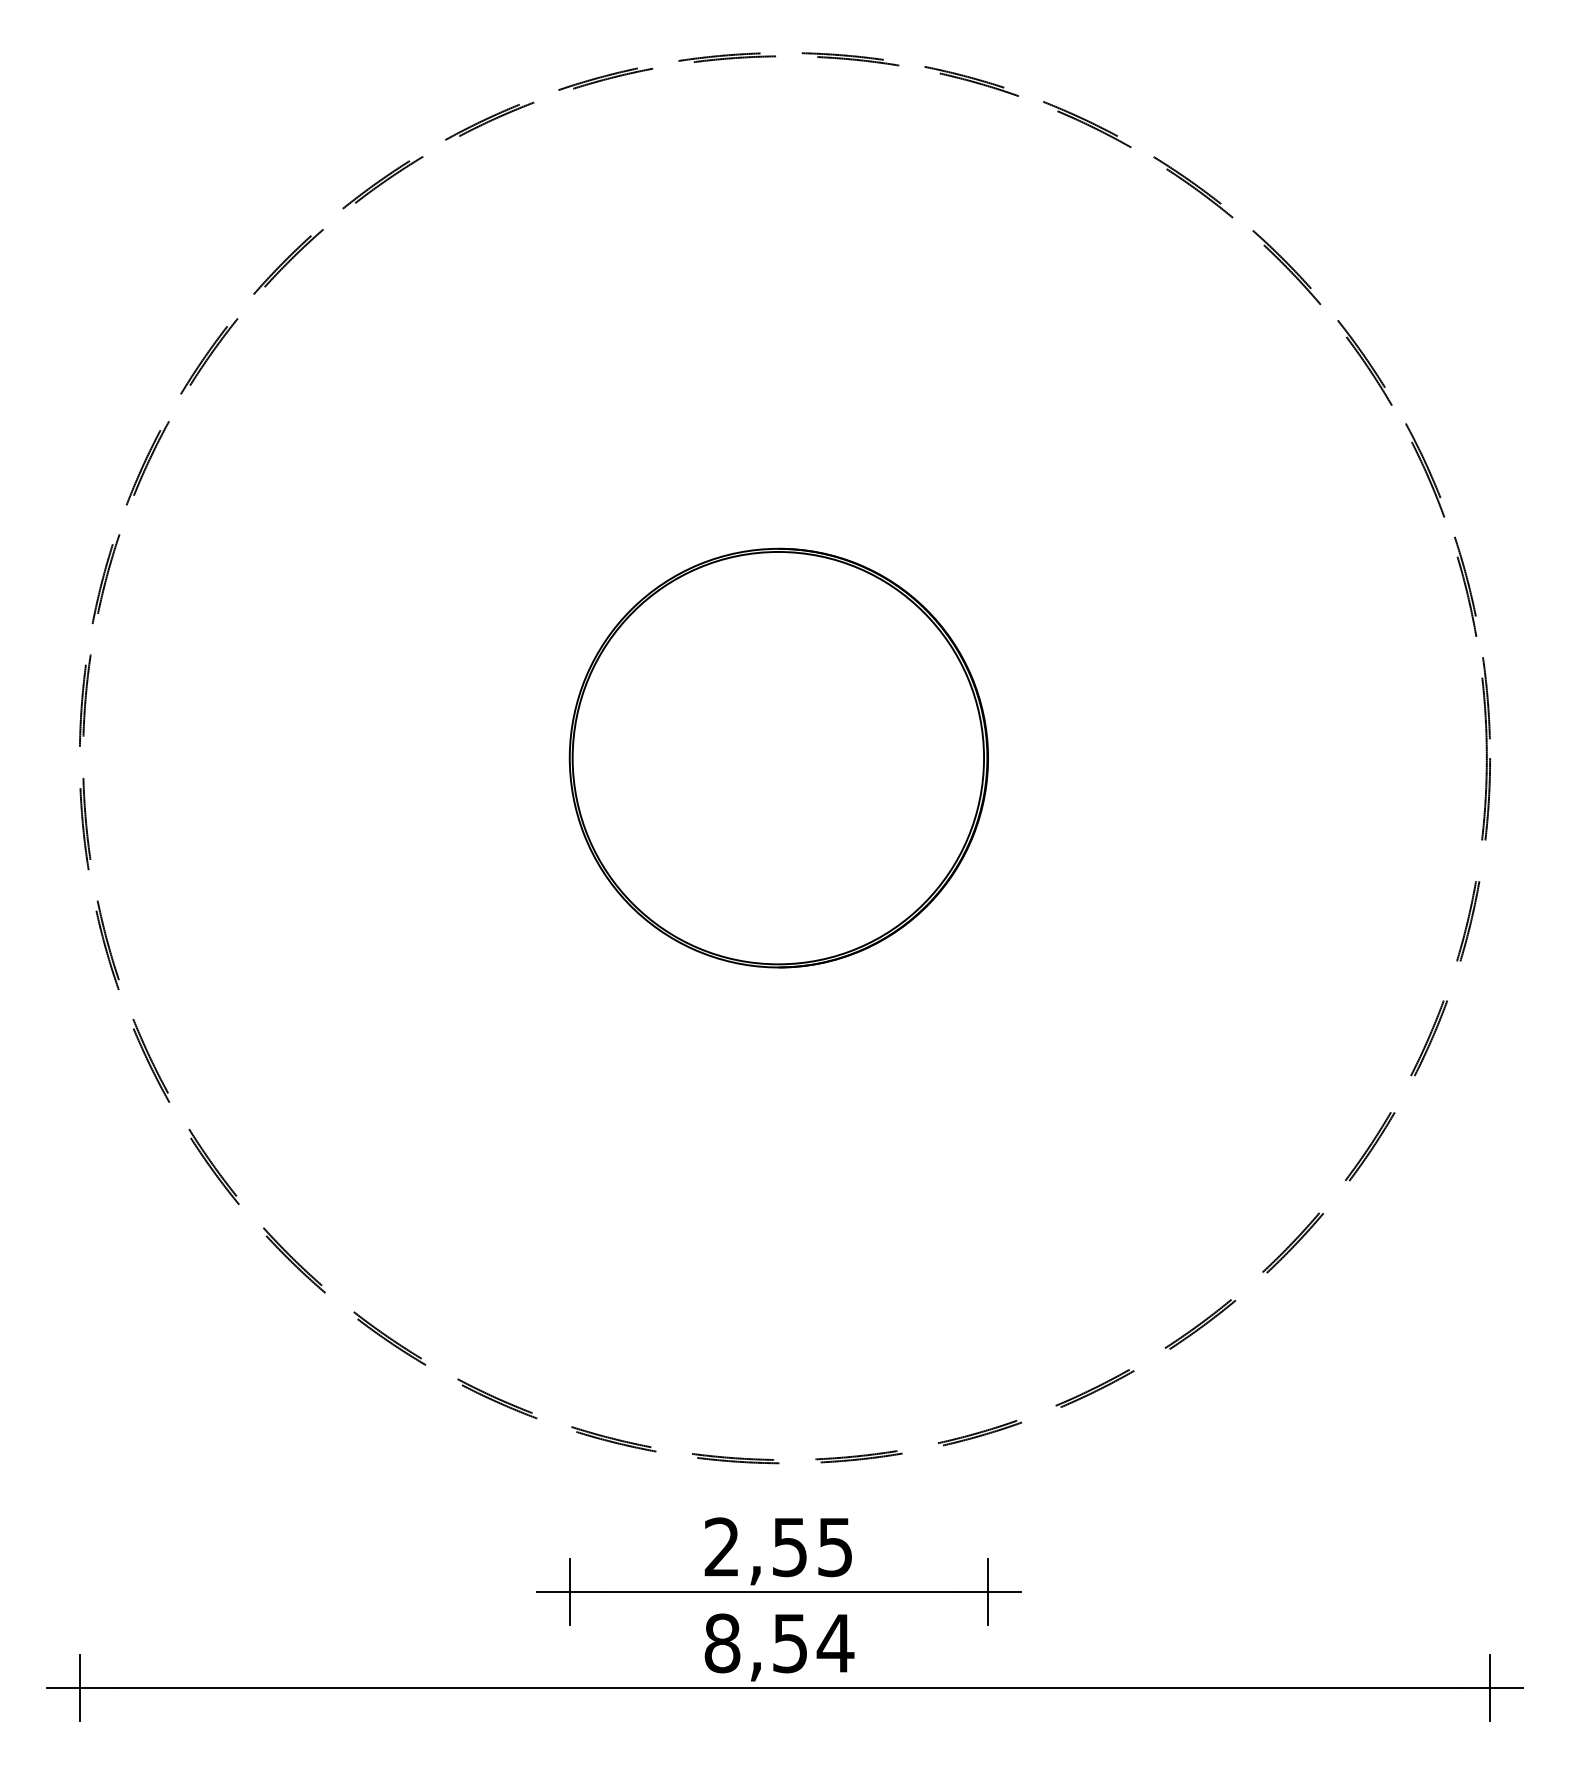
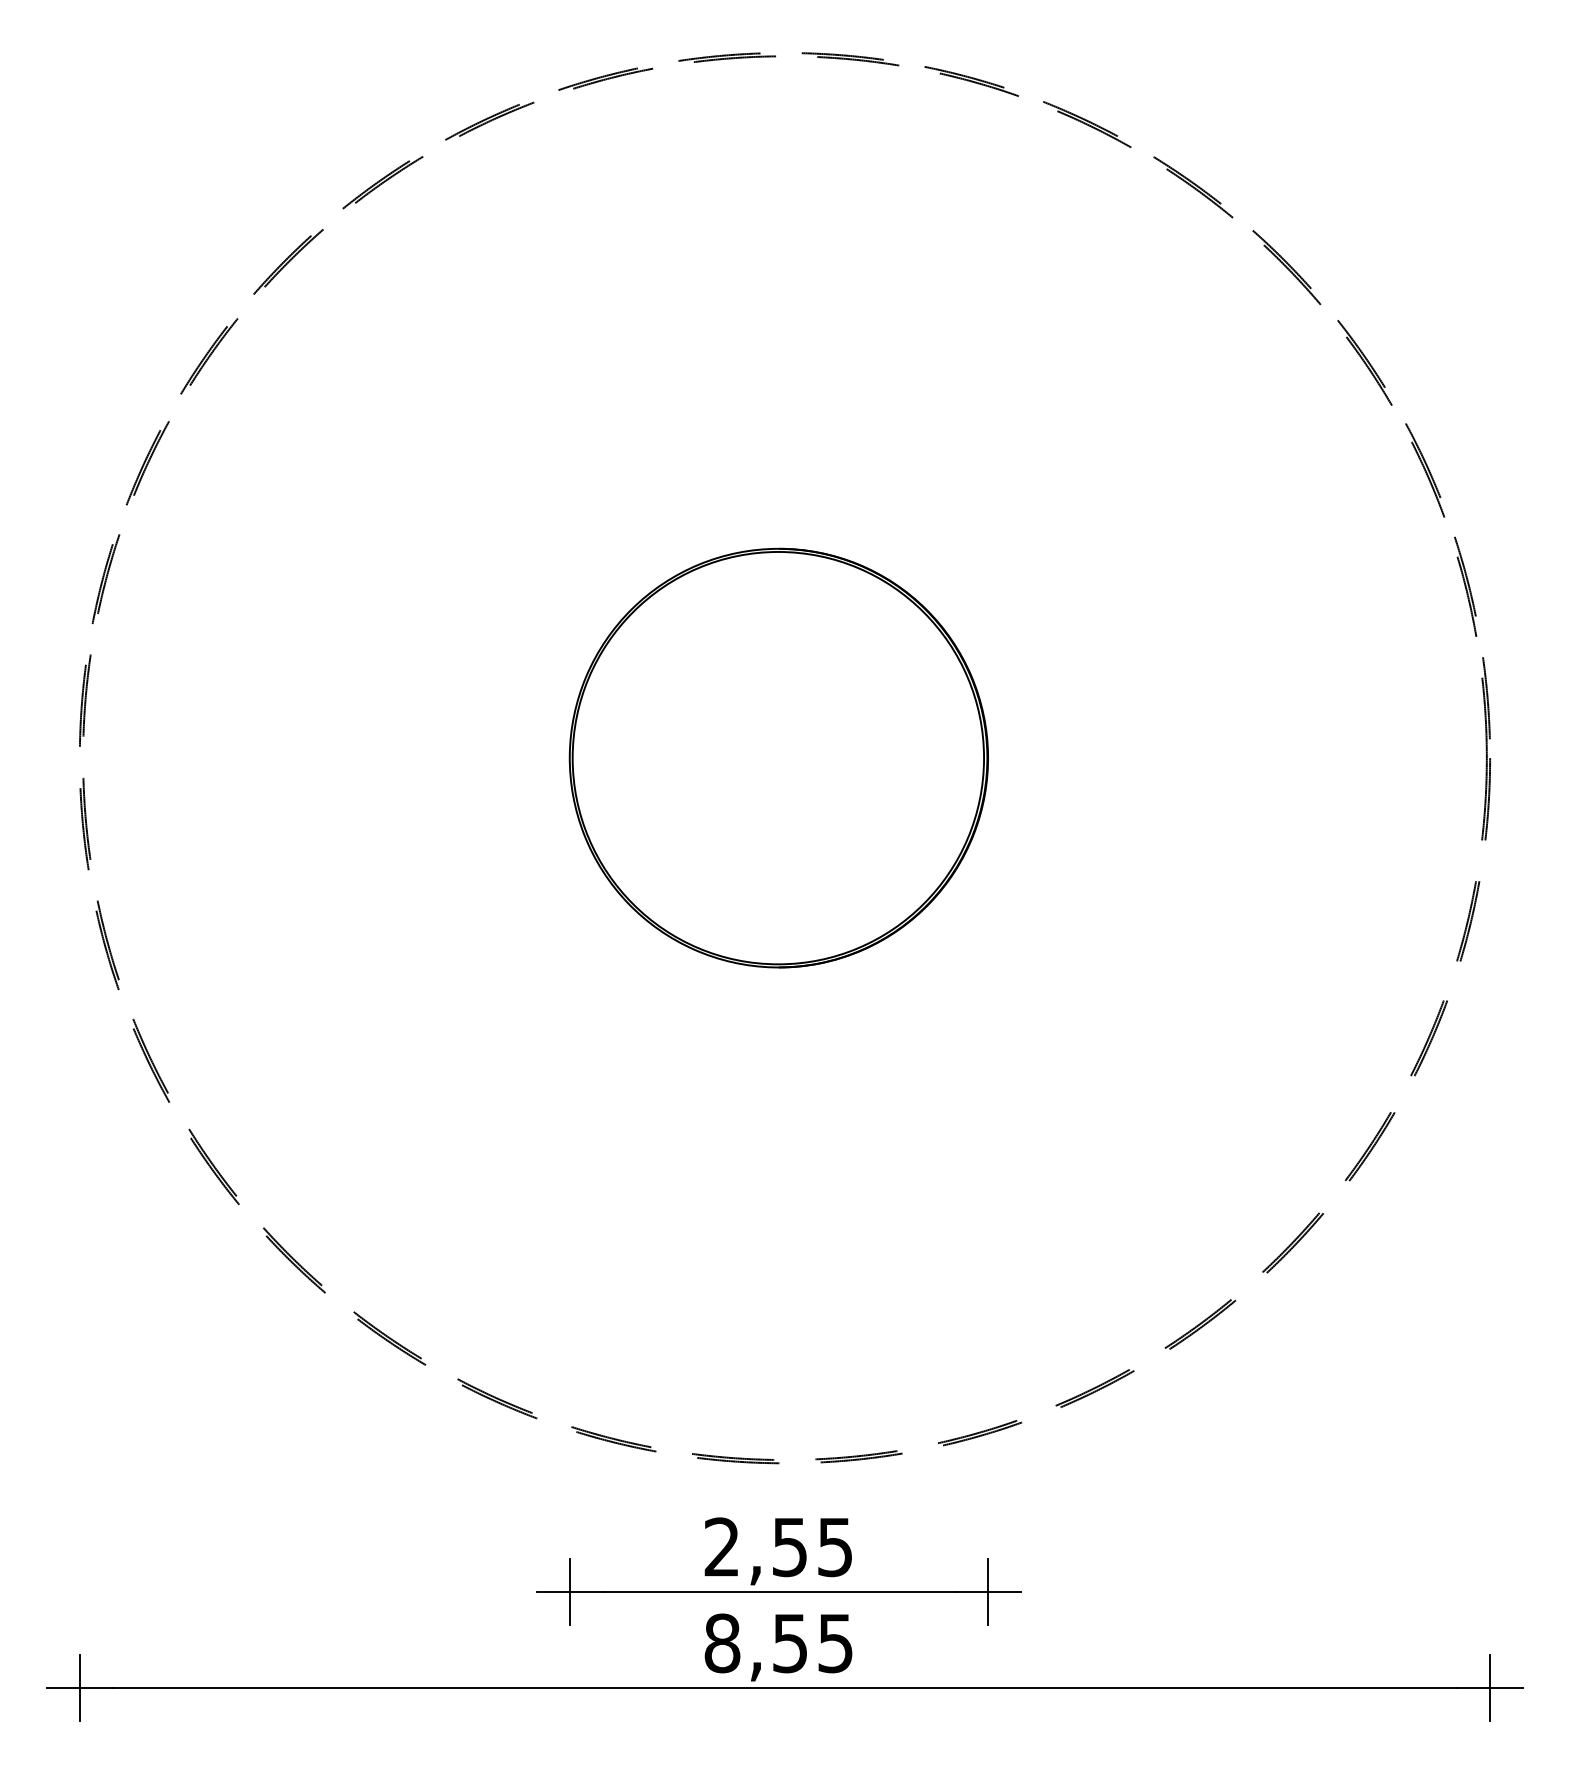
text at (835, 1643): 8,54 -> 8,55
